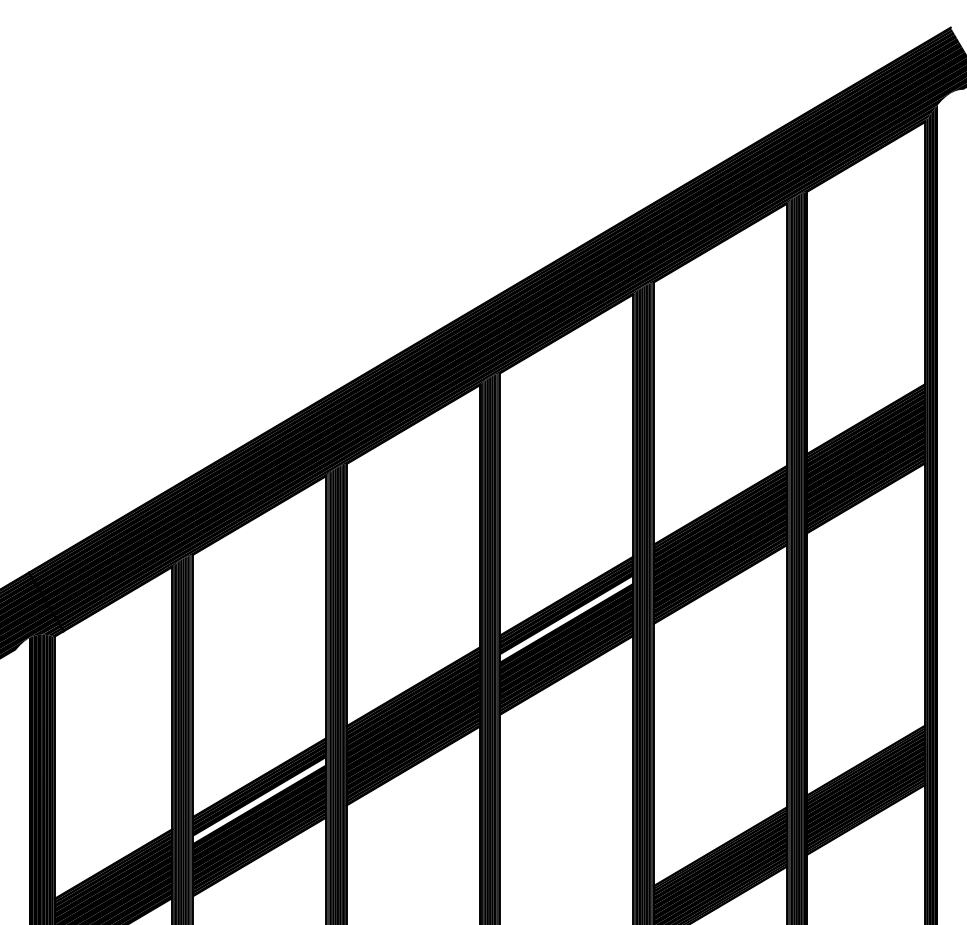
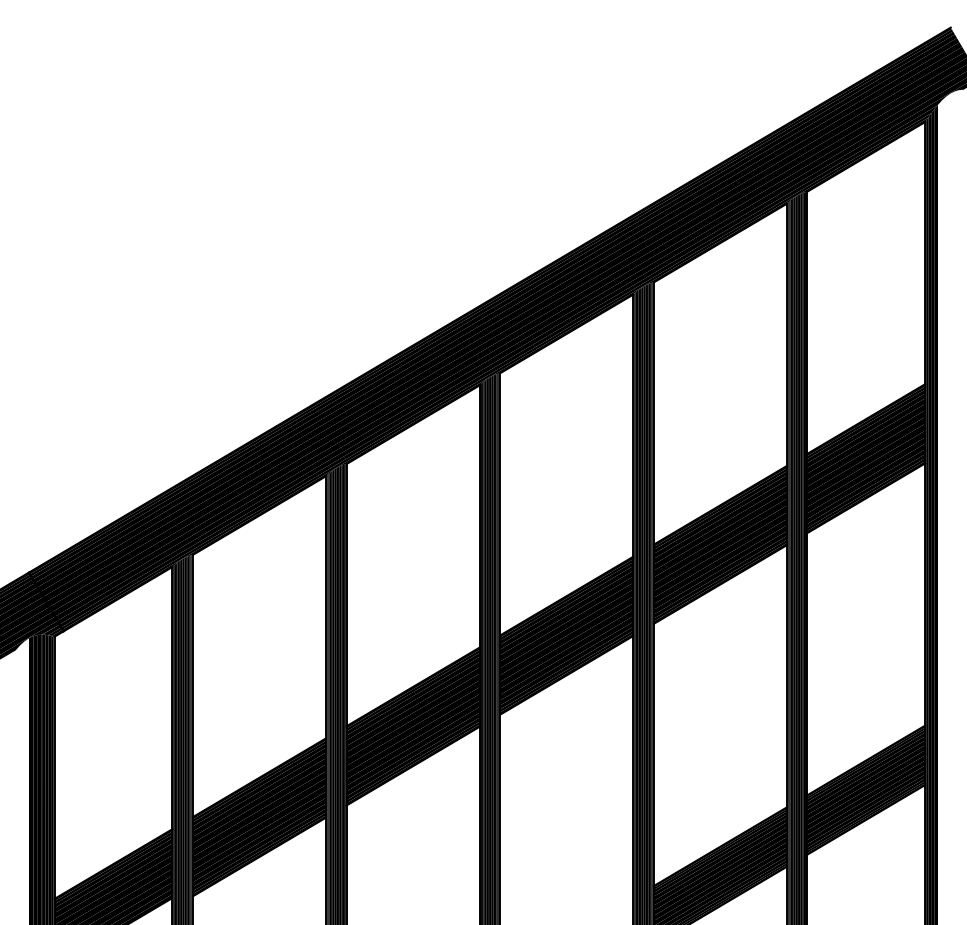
fill at (566, 618): none -> present
fill at (259, 800): none -> present
